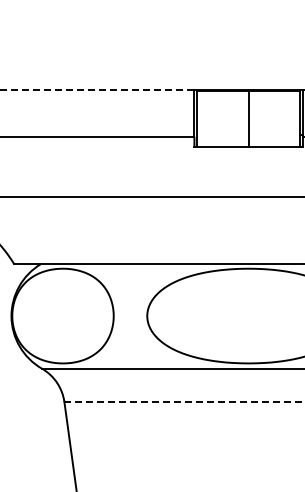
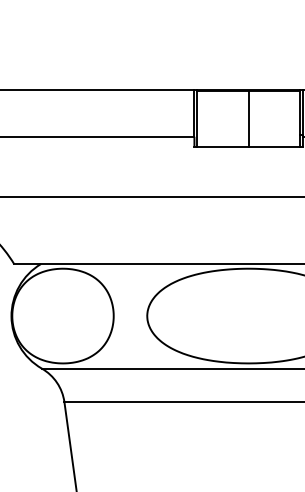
line at (97, 89): dashed -> solid
line at (184, 402): dashed -> solid
